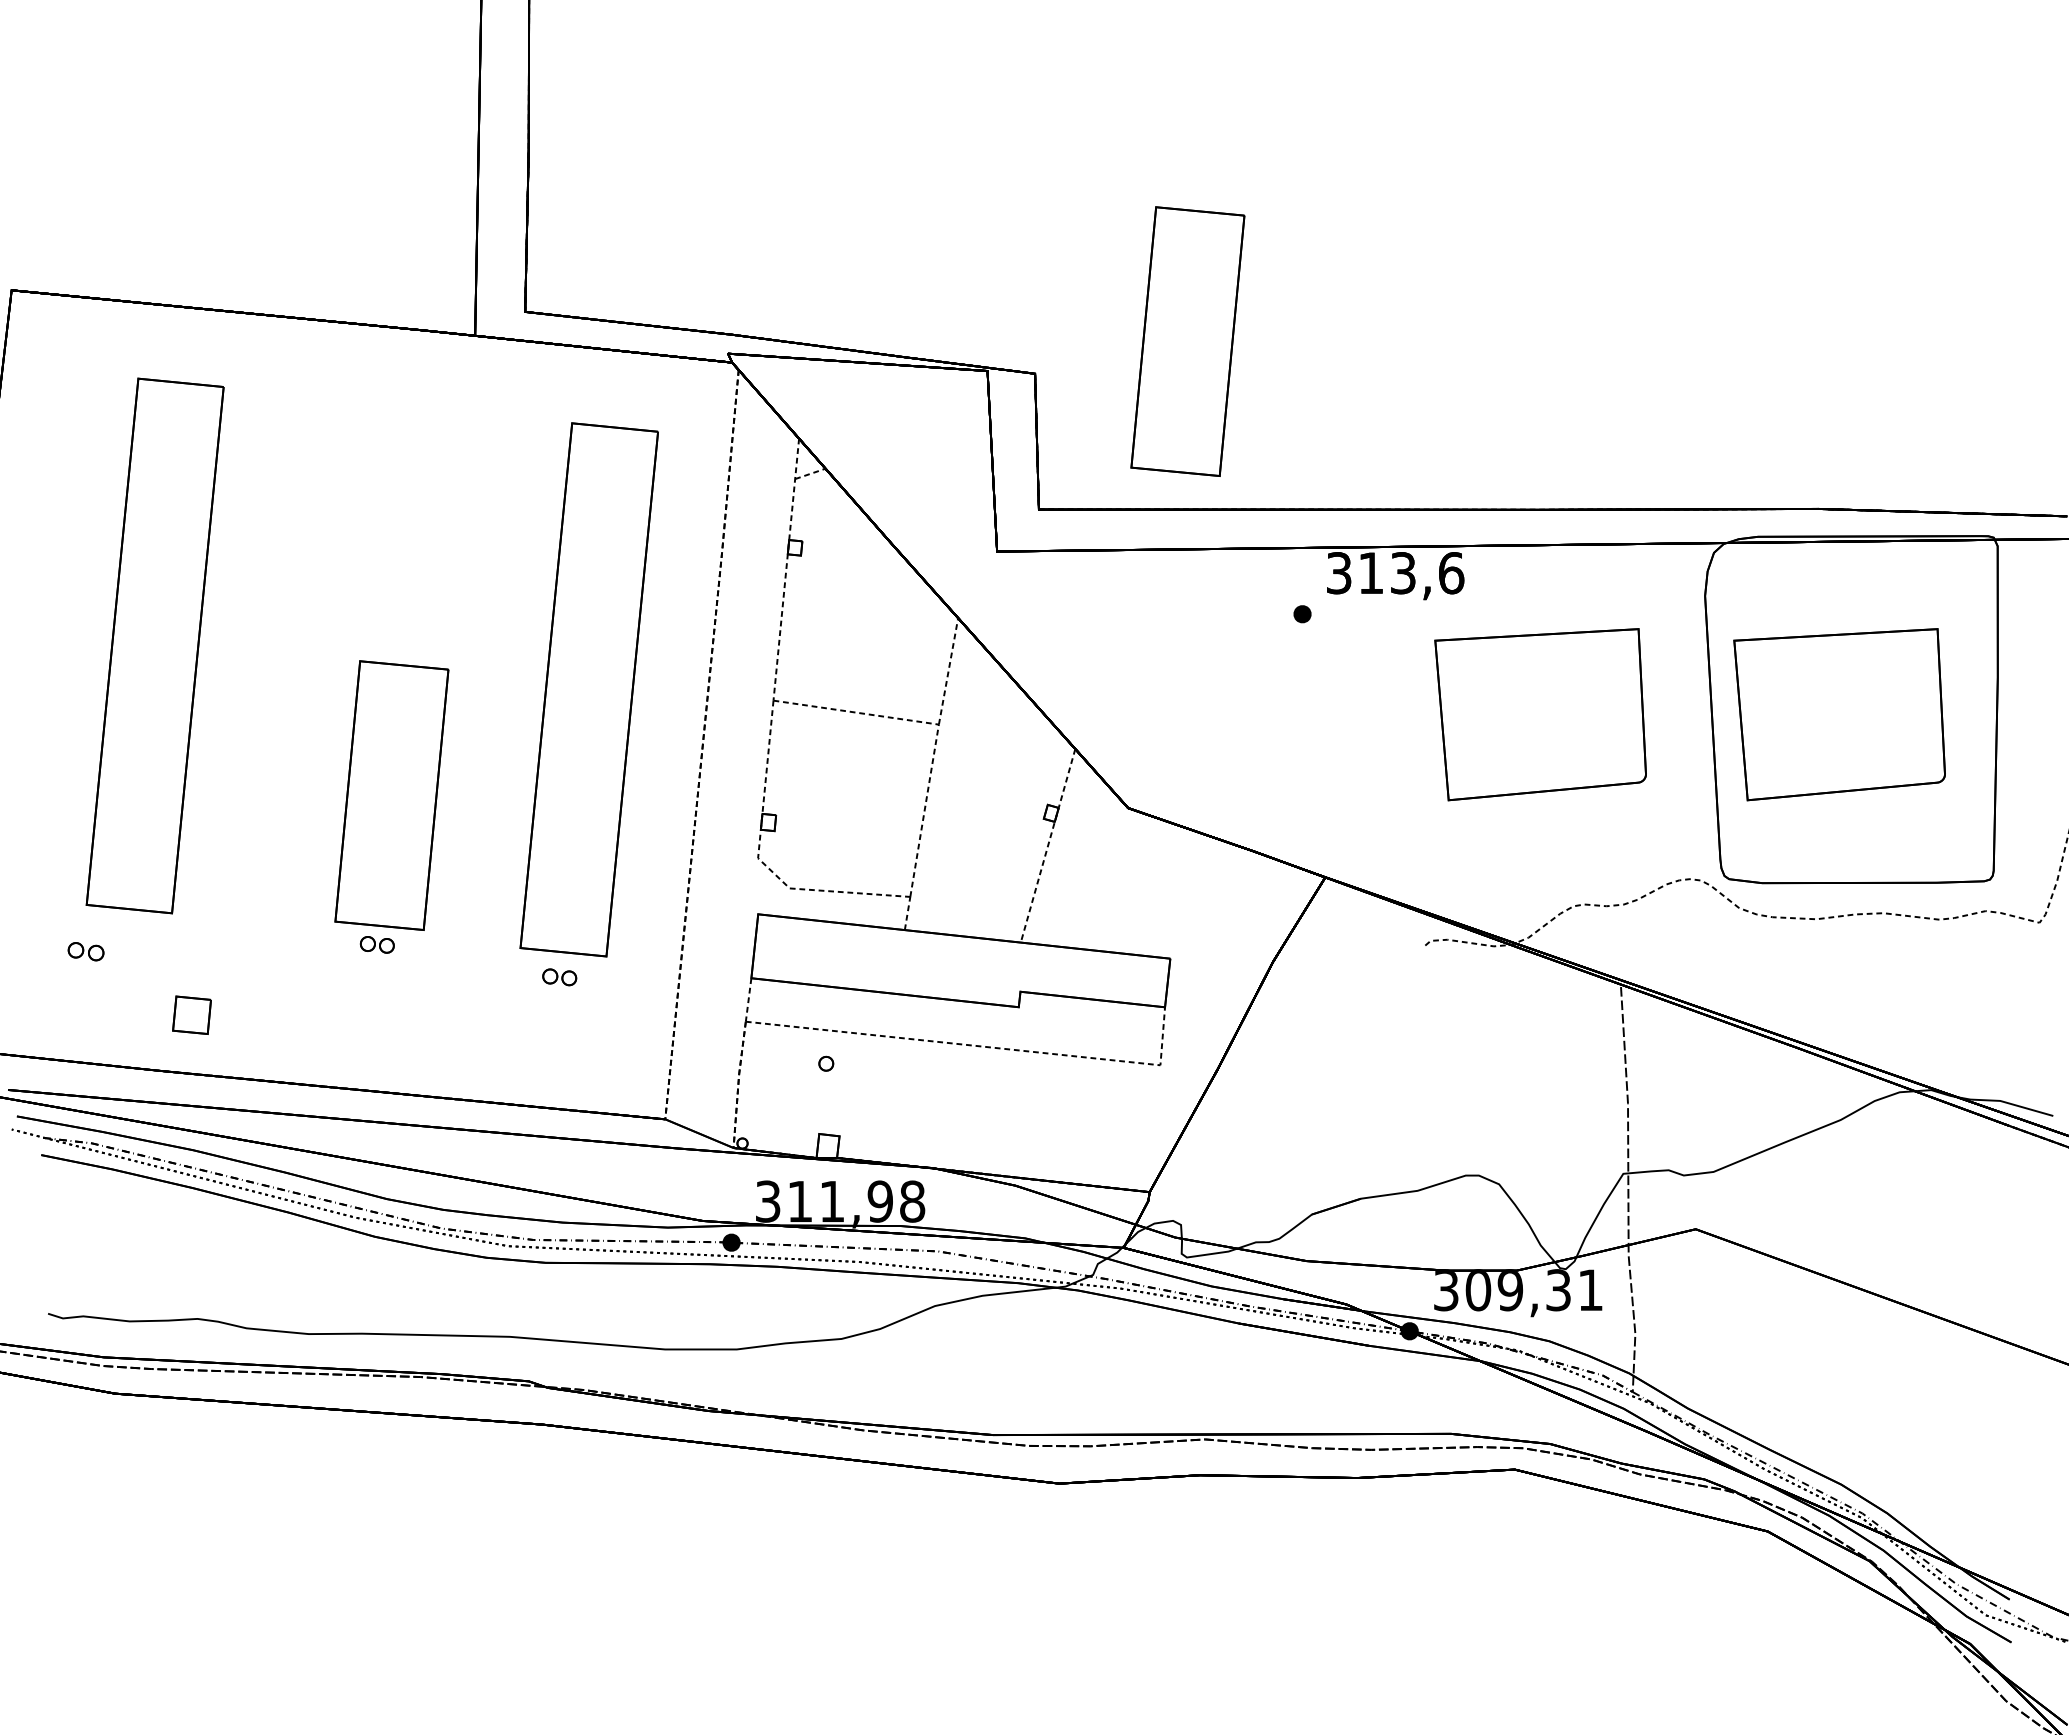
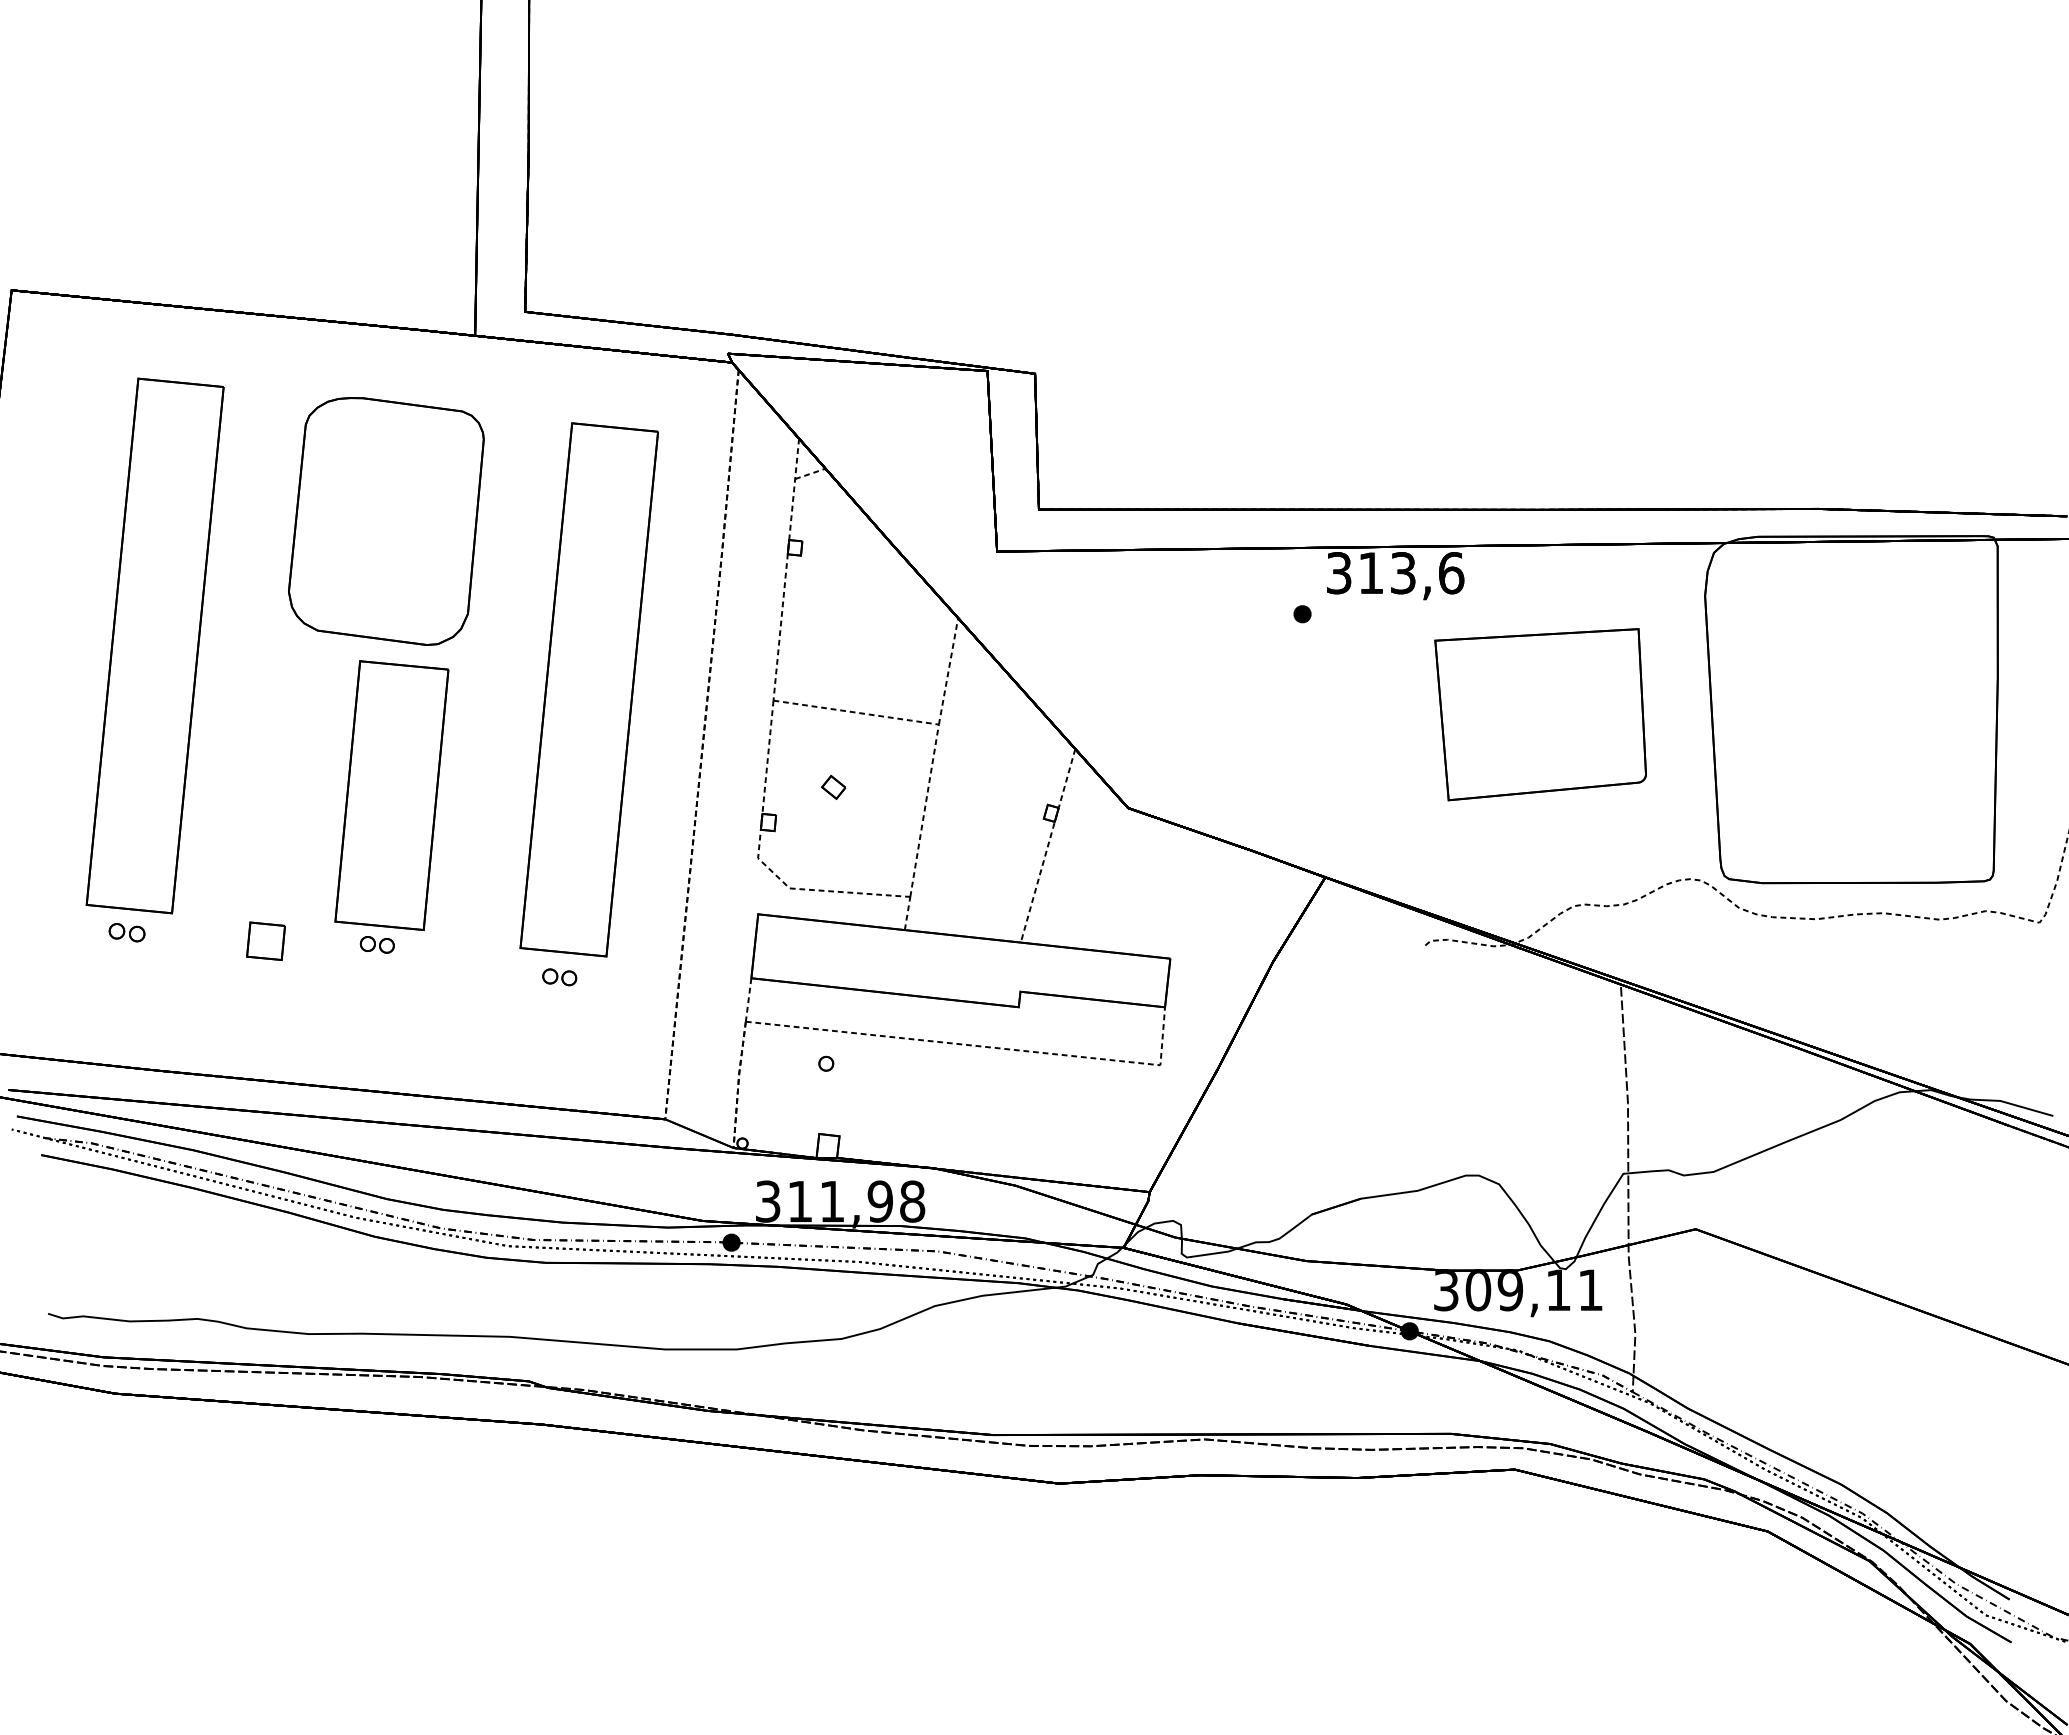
part at (1187, 341): present -> none
part at (386, 521): none -> present
part at (1839, 714): present -> none
part at (833, 786): none -> present
part at (85, 951) position: (85, 951) -> (126, 932)
part at (191, 1014) position: (191, 1014) -> (265, 940)
text at (1558, 1290): 309,31 -> 309,11
